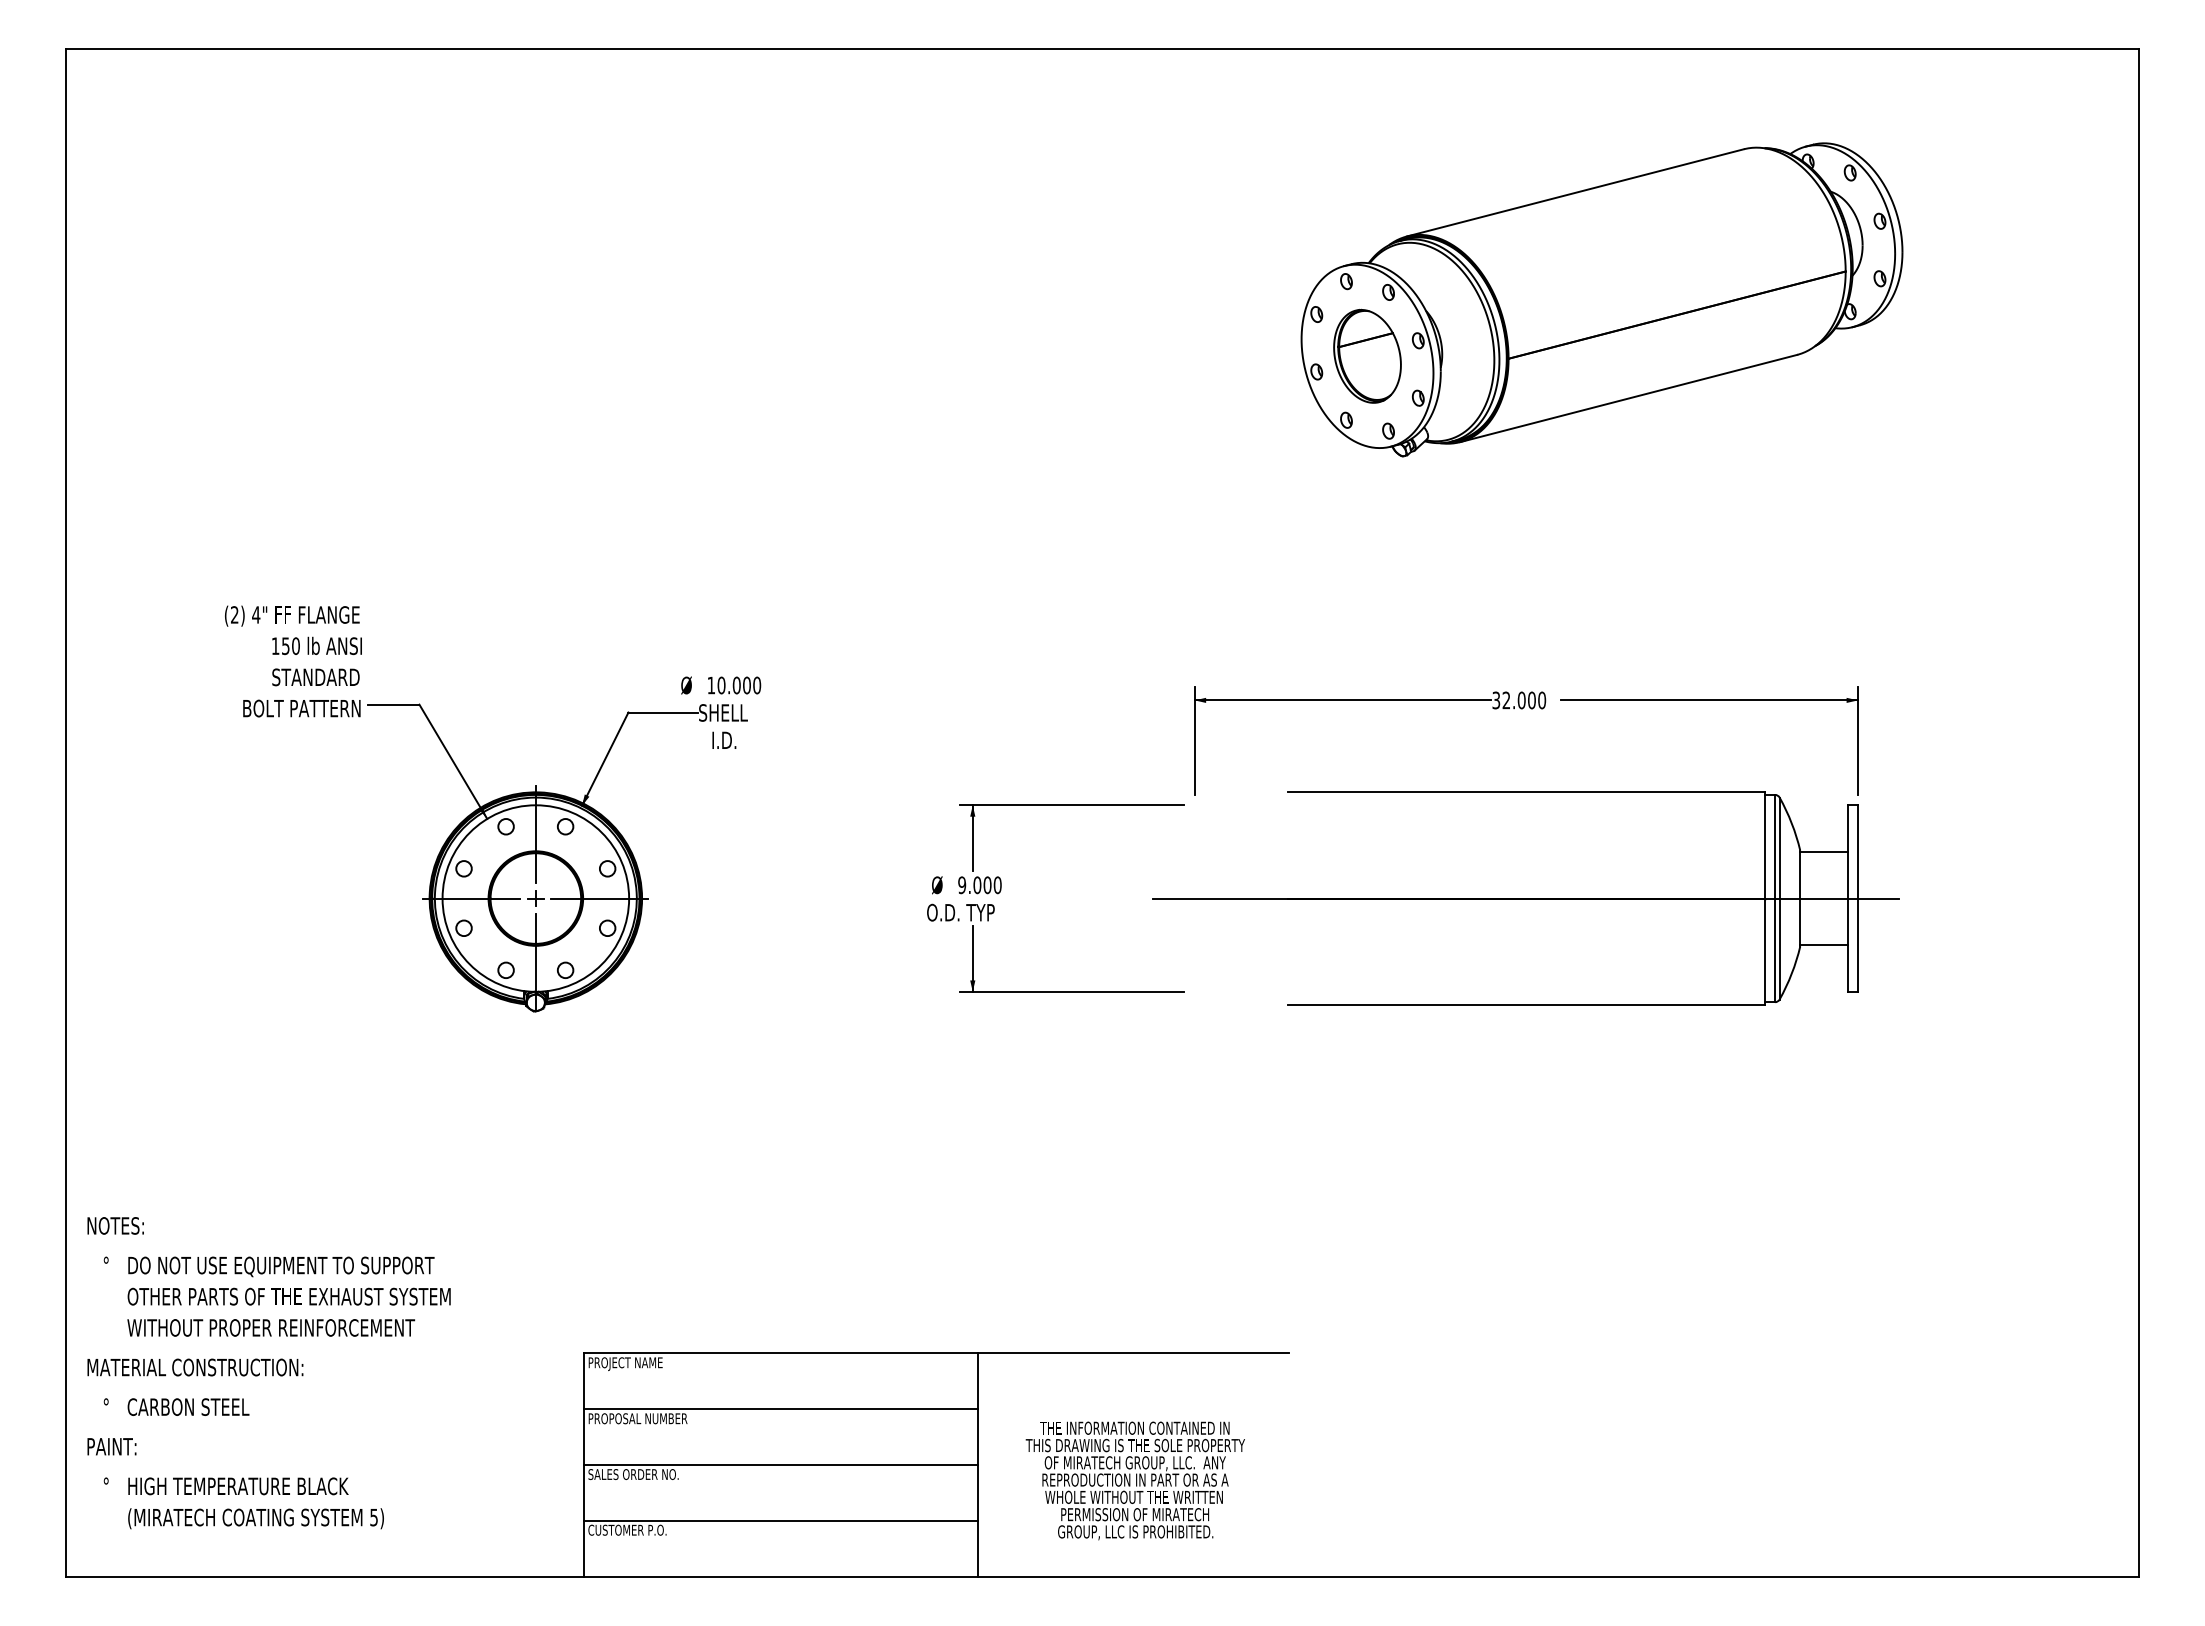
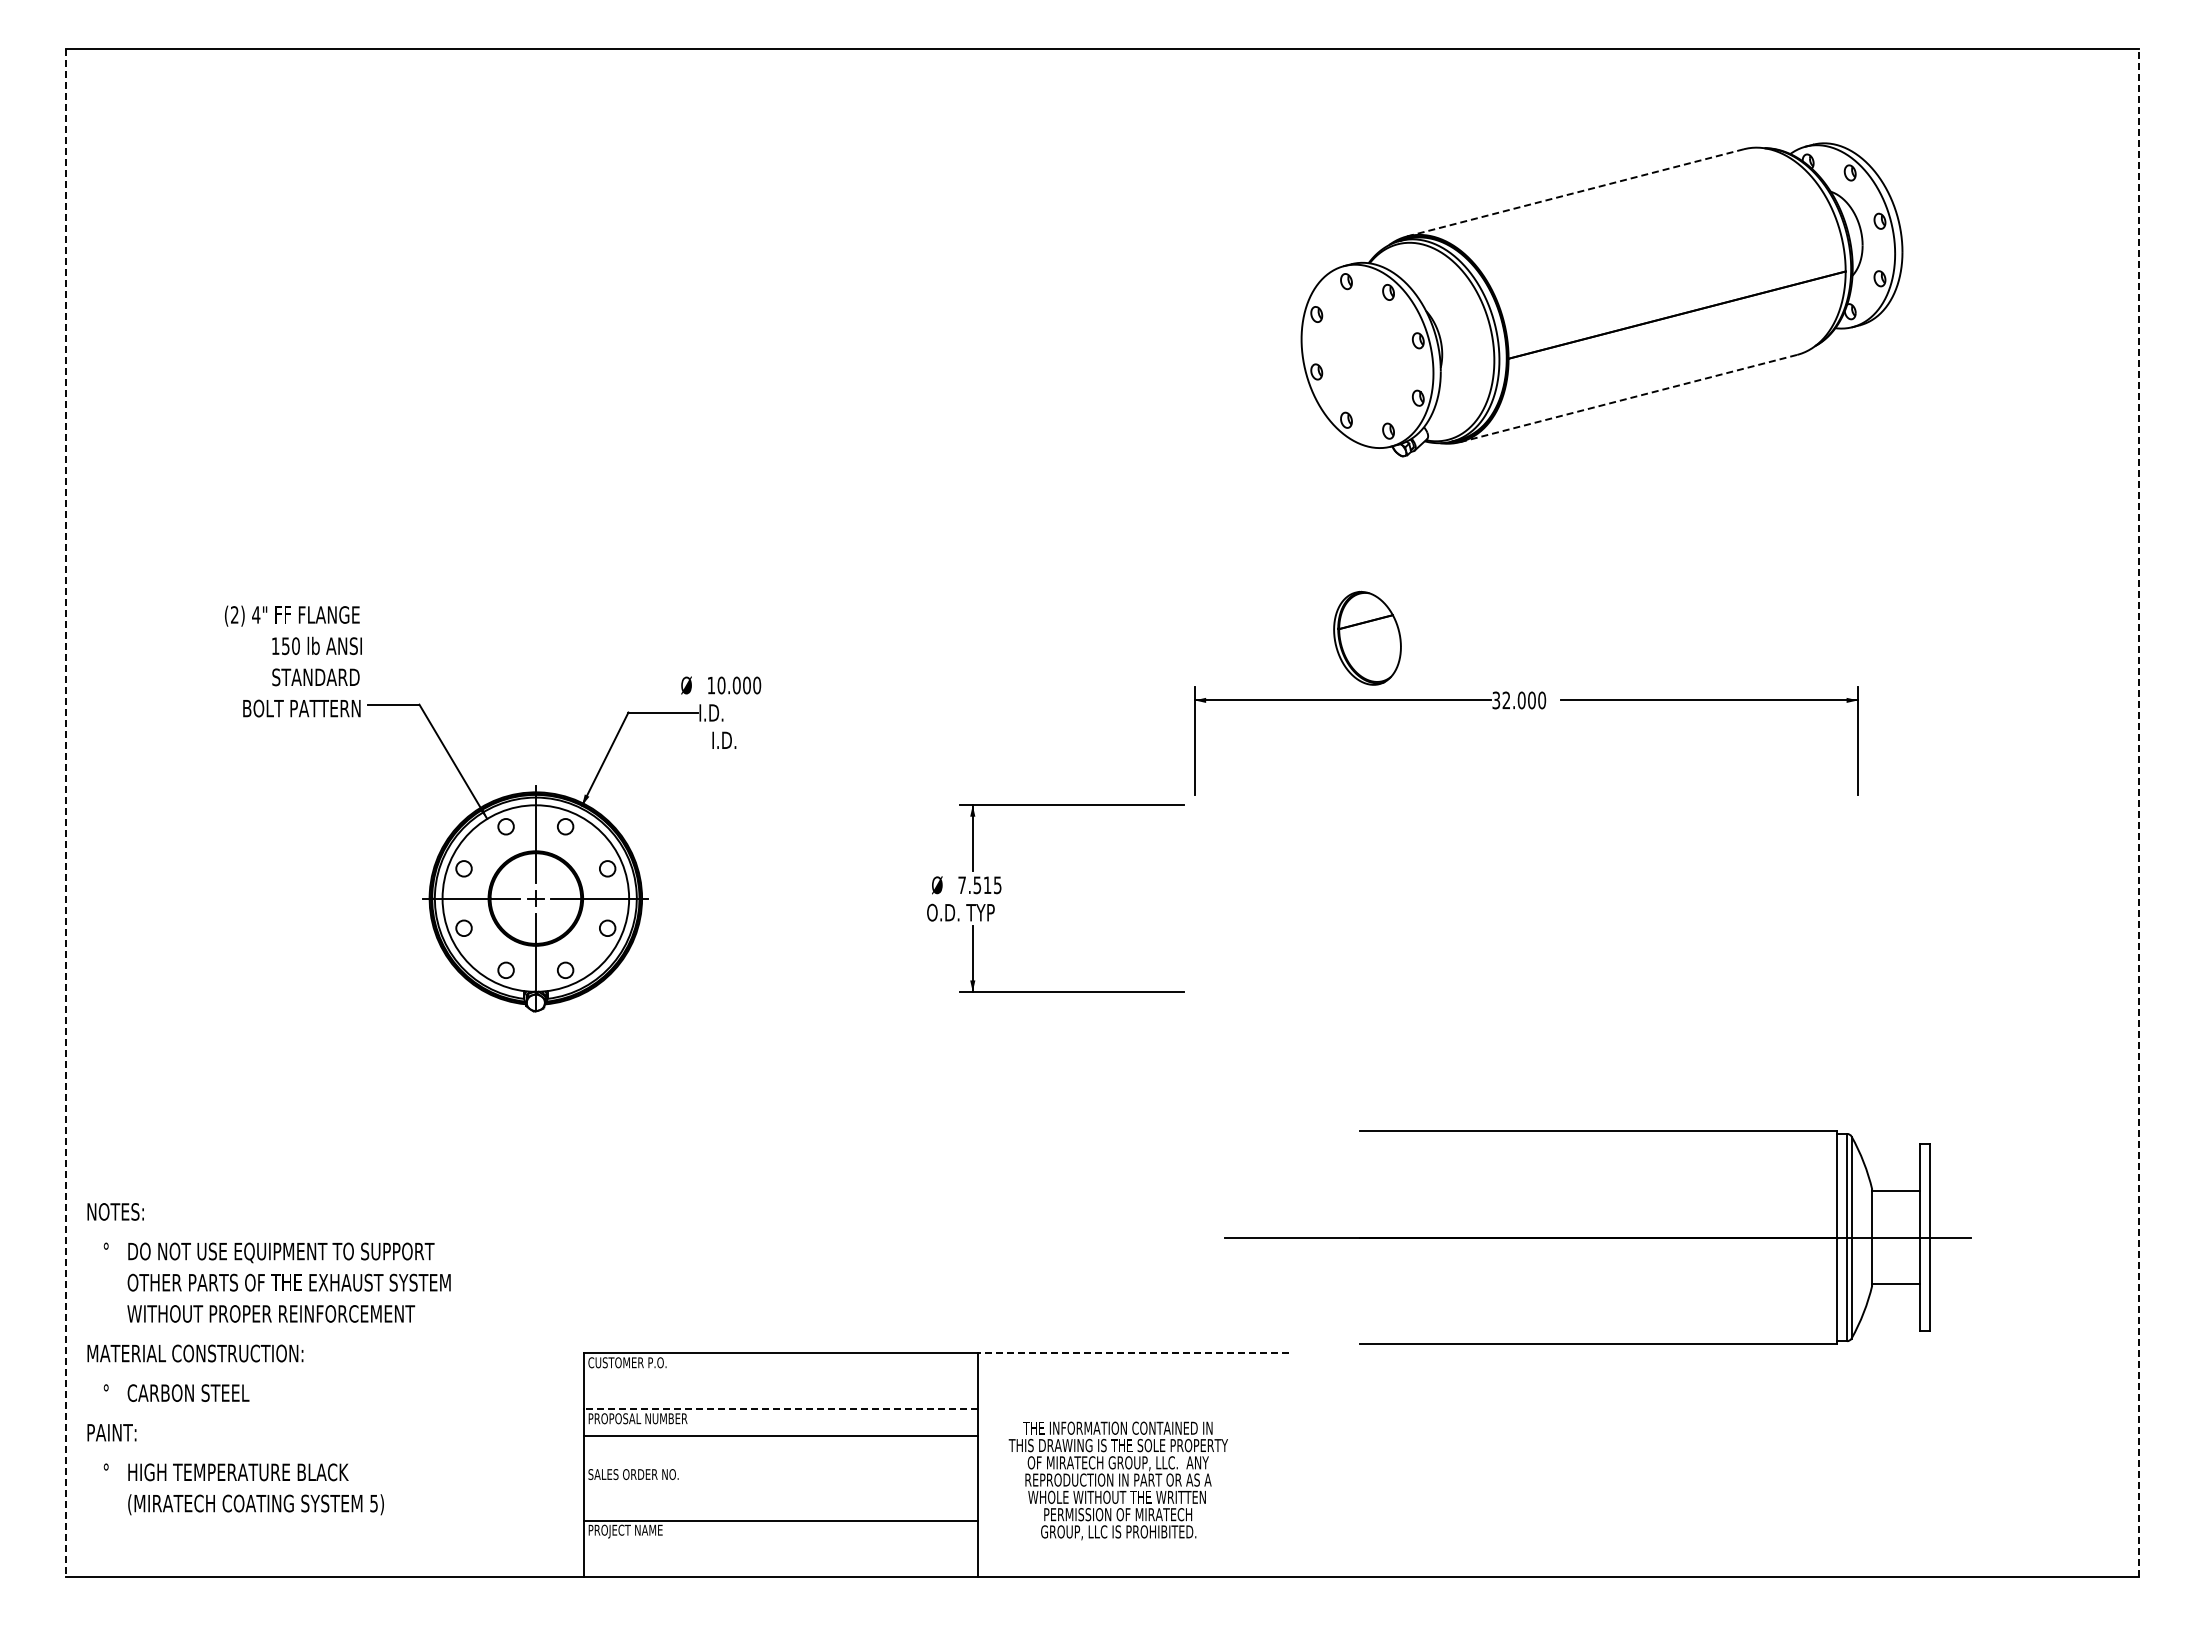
line at (1574, 193): solid -> dashed
part at (1367, 355) position: (1367, 355) -> (1367, 637)
line at (1629, 398): solid -> dashed
text at (723, 712): SHELL -> I.D.
line at (2138, 812): solid -> dashed
line at (66, 813): solid -> dashed
text at (979, 885): 9.000 -> 7.515
part at (1525, 898) position: (1525, 898) -> (1597, 1237)
line at (1133, 1353): solid -> dashed
text at (627, 1364): PROJECT NAME -> CUSTOMER P.O.
text at (268, 1373) position: (268, 1373) -> (268, 1359)
line at (781, 1409): solid -> dashed
line at (781, 1465) position: (781, 1465) -> (781, 1436)
text at (1134, 1480) position: (1134, 1480) -> (1117, 1480)
text at (627, 1531): CUSTOMER P.O. -> PROJECT NAME
